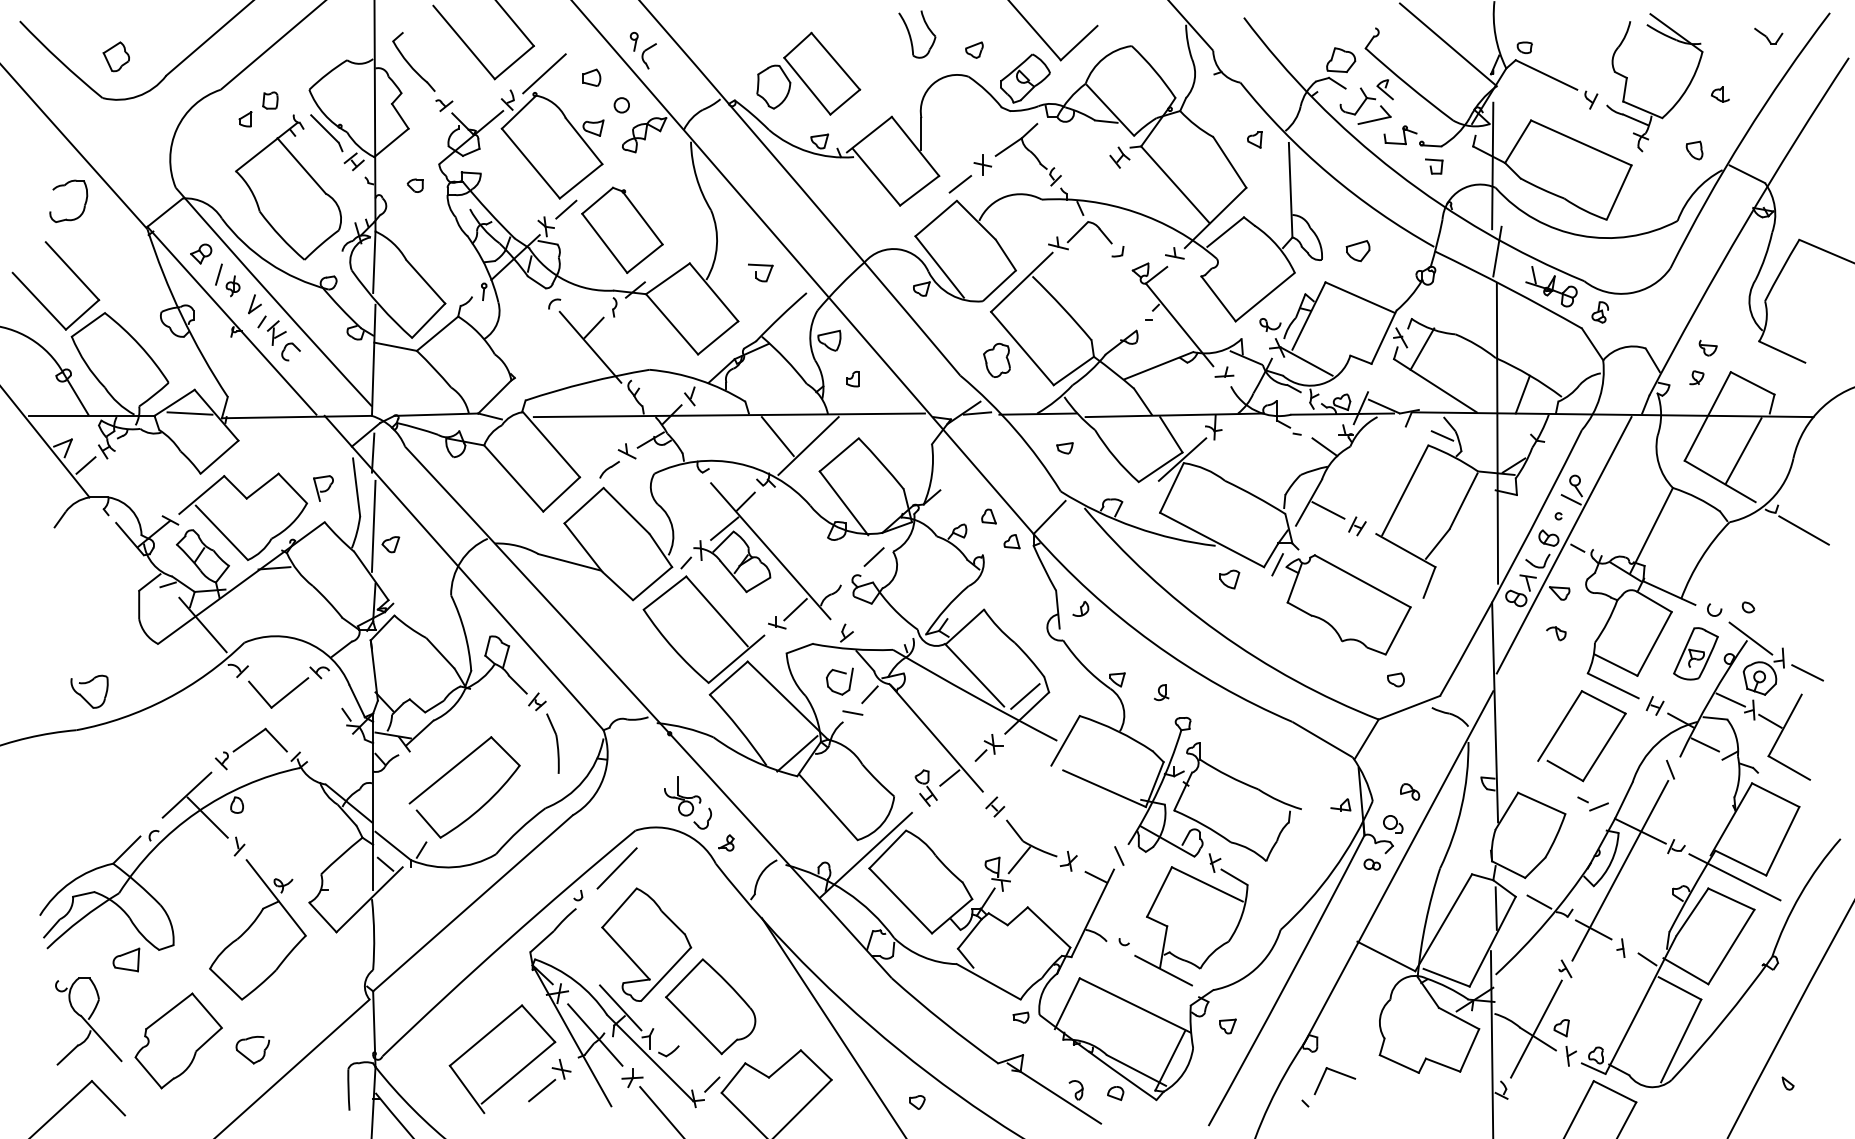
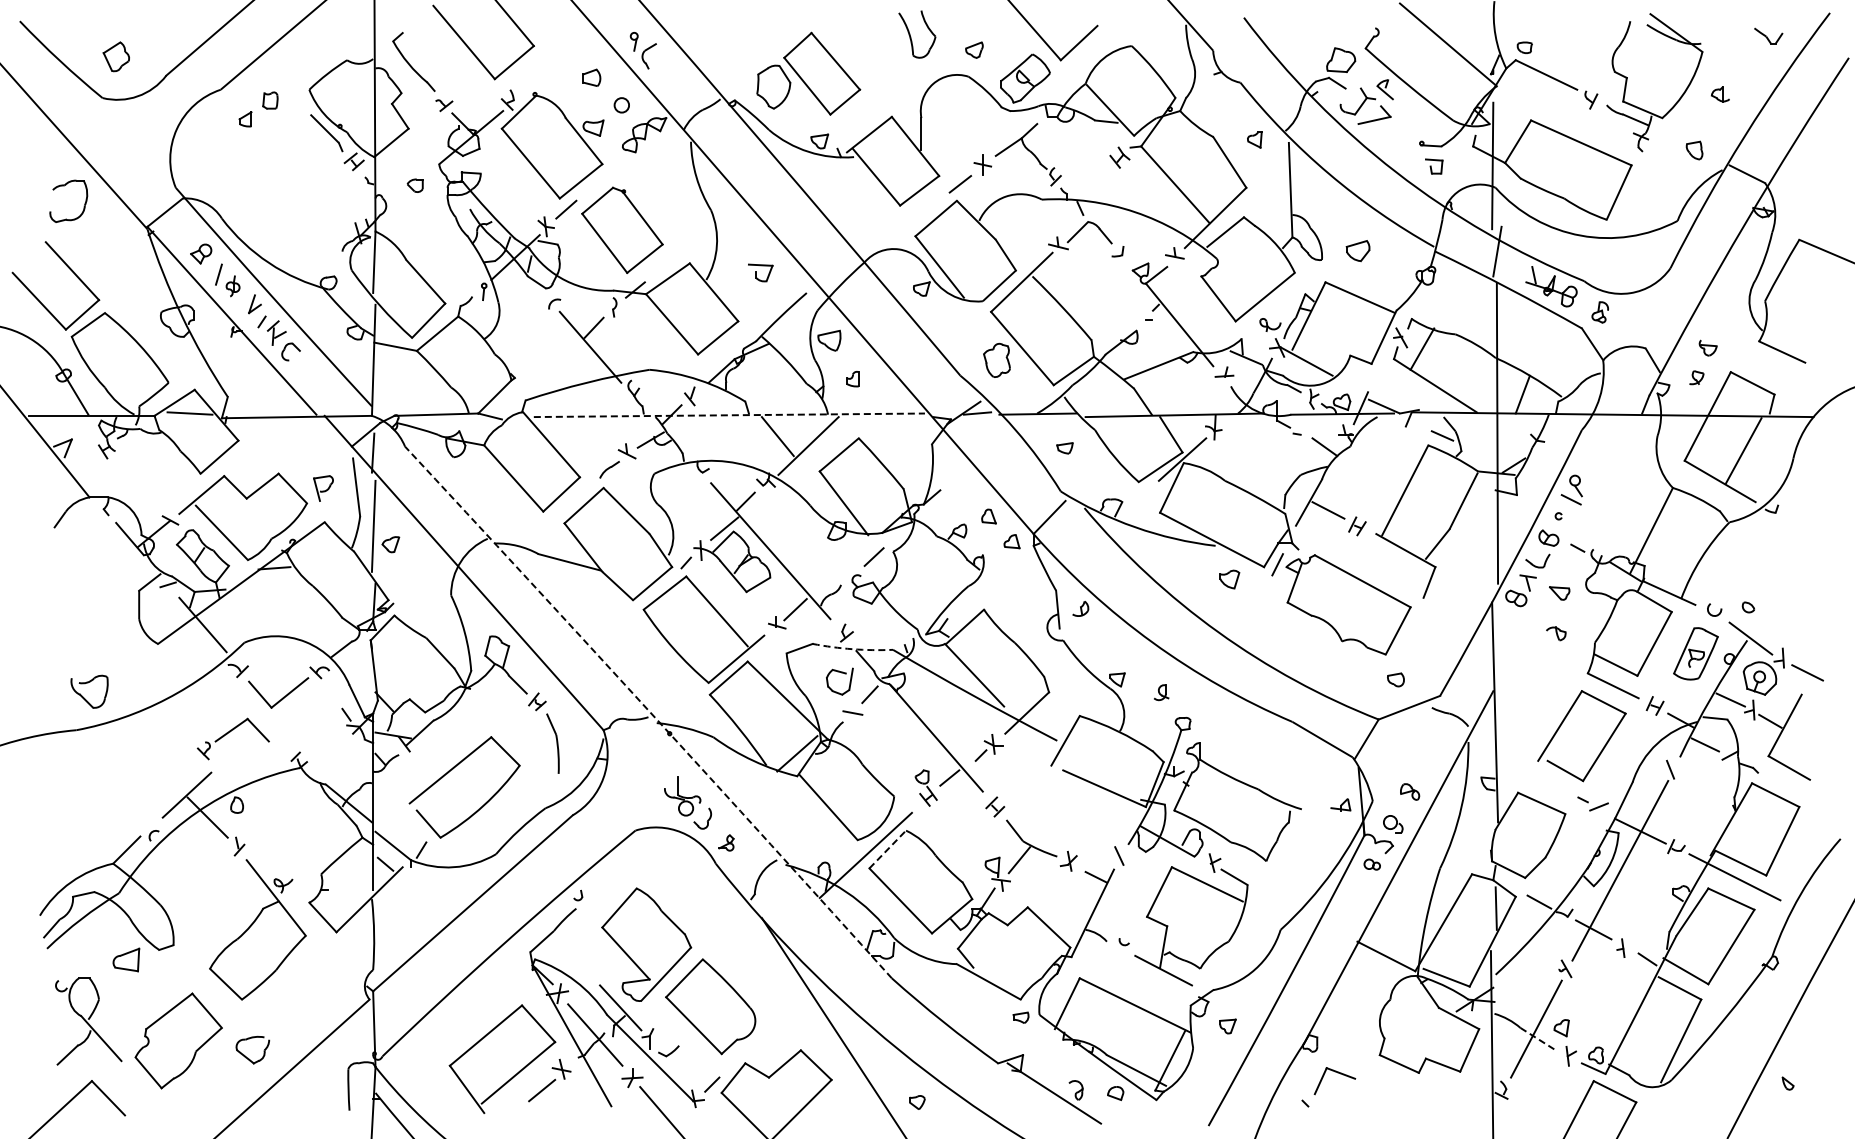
line at (544, 73): present -> none
part at (1400, 135): present -> none
part at (288, 187): present -> none
line at (729, 415): solid -> dashed
line at (85, 465): present -> none
line at (1803, 530): present -> none
line at (1563, 545): present -> none
arc at (852, 649): solid -> dashed
line at (1025, 696): present -> none
arc at (649, 711): solid -> dashed
part at (248, 742) position: (248, 742) -> (230, 732)
line at (888, 849): solid -> dashed
line at (616, 868): present -> none
line at (1538, 1039): solid -> dashed
